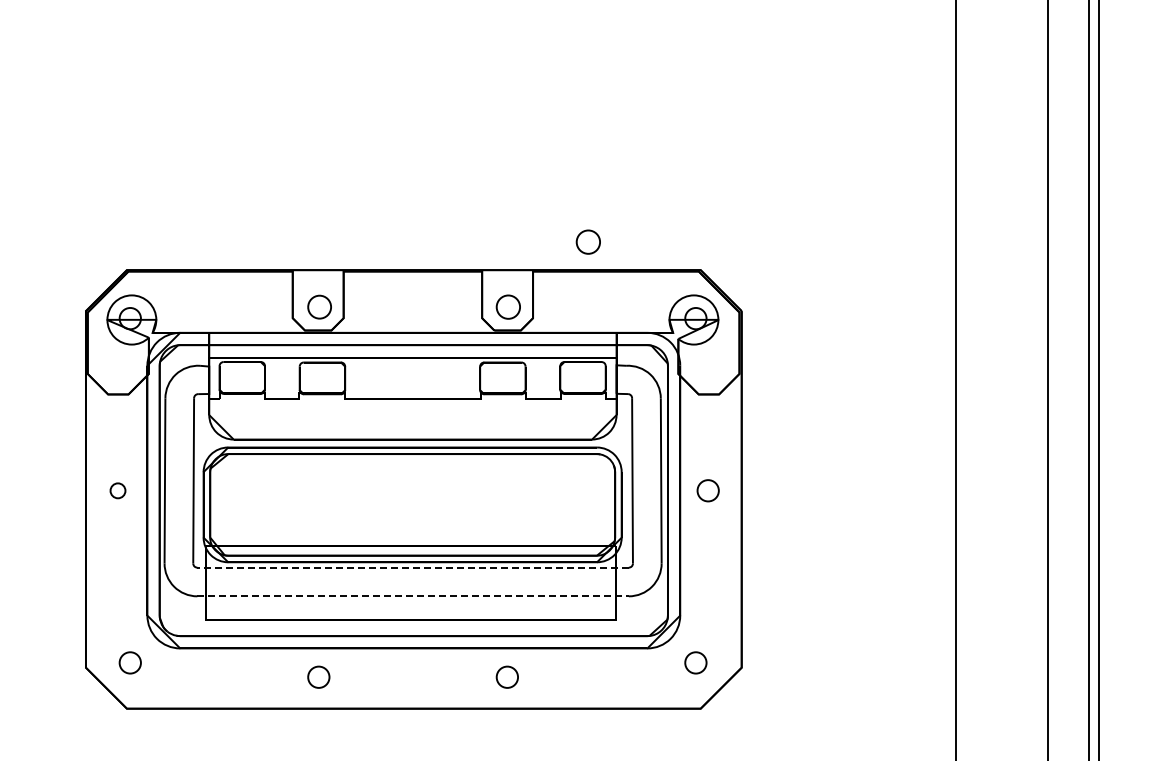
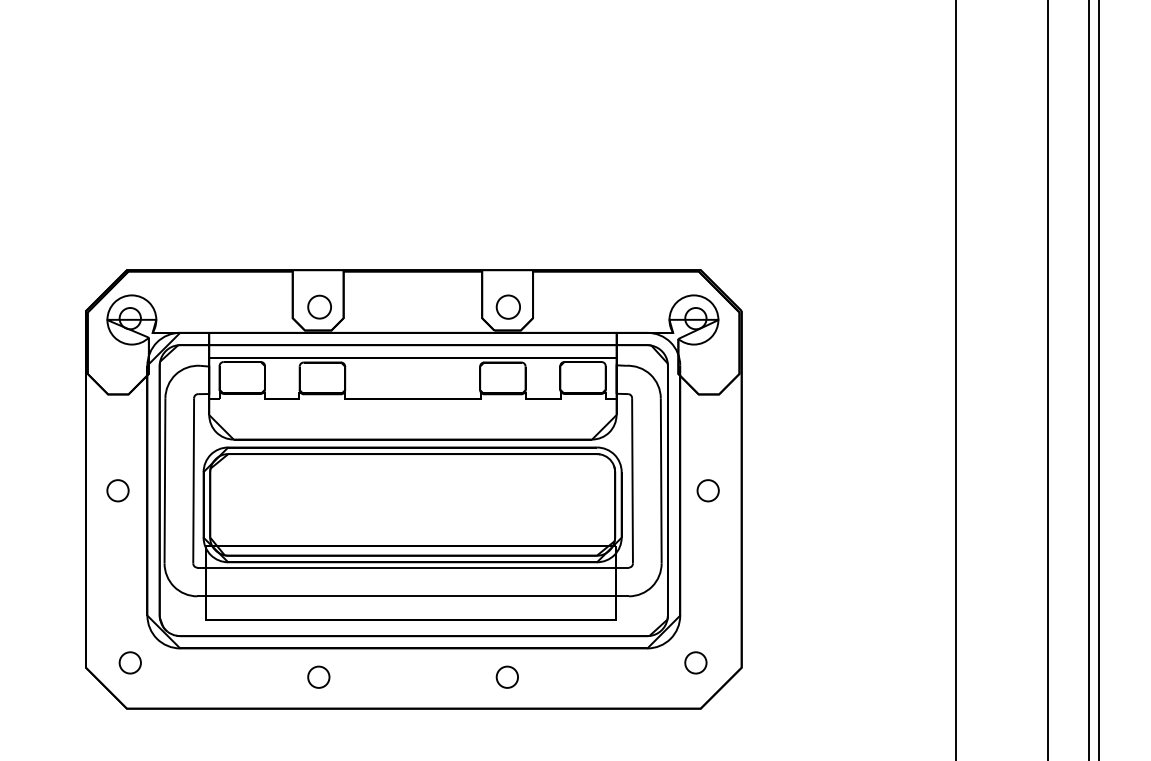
part at (587, 241): present -> none
part at (117, 490) size: 18x18 px -> 24x24 px
line at (413, 567): dashed -> solid
line at (413, 596): dashed -> solid
